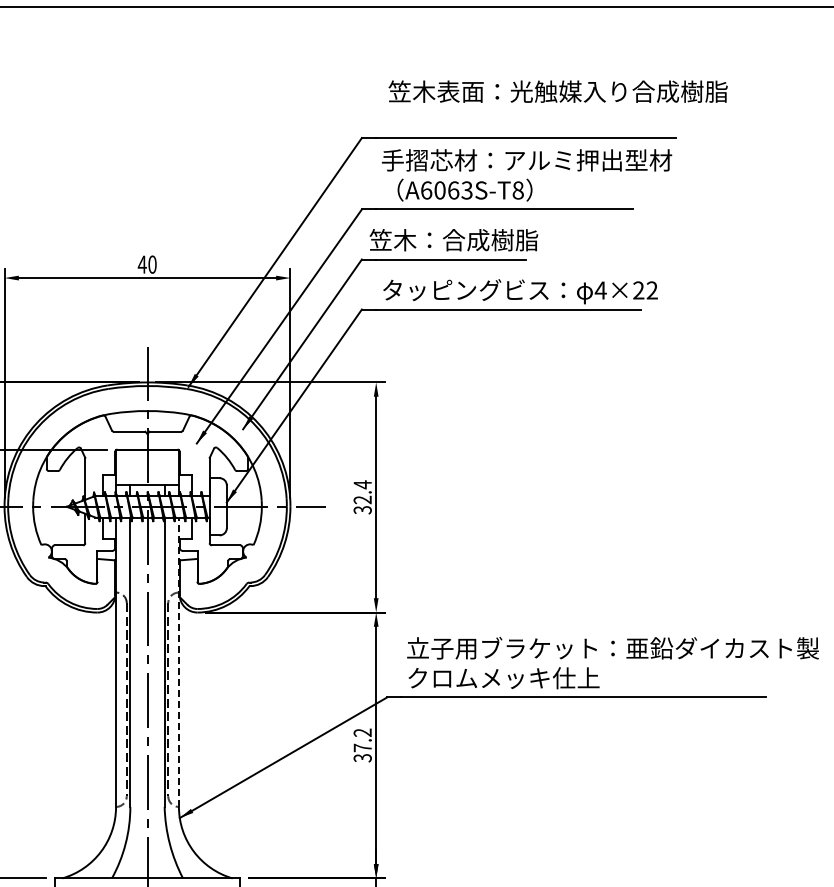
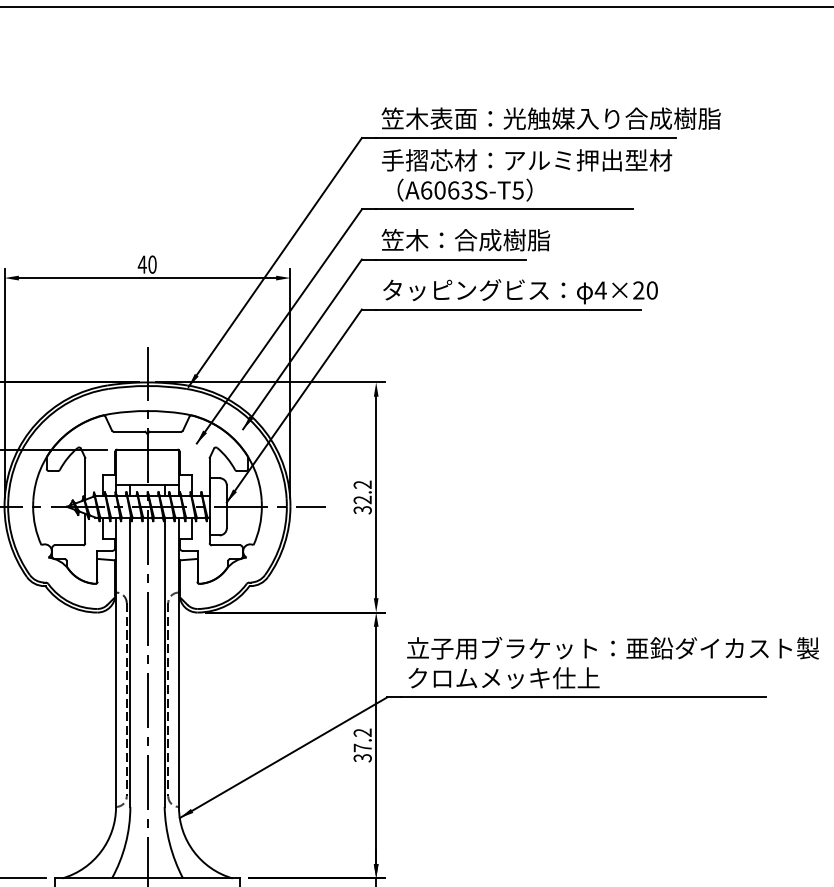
text at (557, 91) position: (557, 91) -> (550, 118)
text at (517, 190): A6063S-T8 -> A6063S-T5
text at (453, 240) position: (453, 240) -> (465, 240)
text at (651, 290): 4×22 -> 4×20
text at (362, 484): 32.4 -> 32.2
line at (178, 662): dashed -> solid
